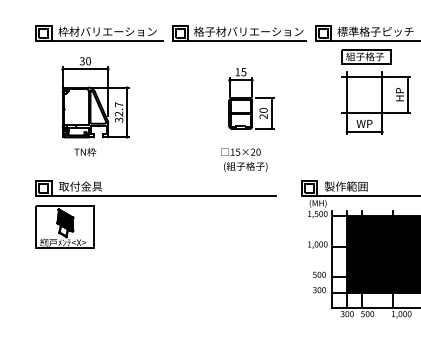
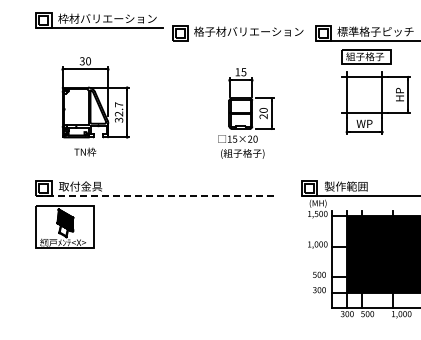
part at (99, 33) position: (99, 33) -> (99, 20)
line at (239, 41): present -> none
text at (244, 159) position: (244, 159) -> (241, 146)
line at (156, 195): solid -> dashed
